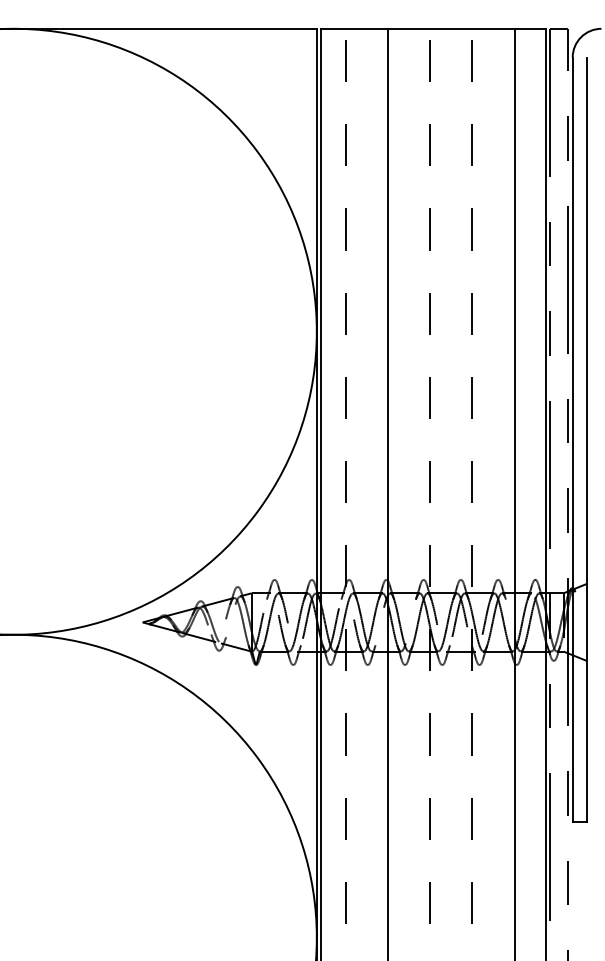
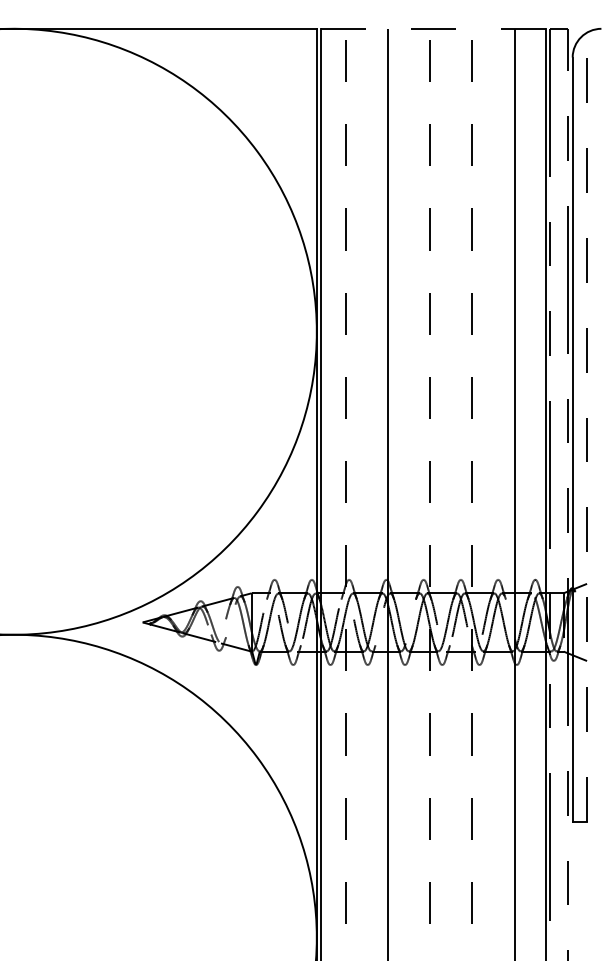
line at (433, 28): solid -> dashed
line at (587, 439): solid -> dashed
